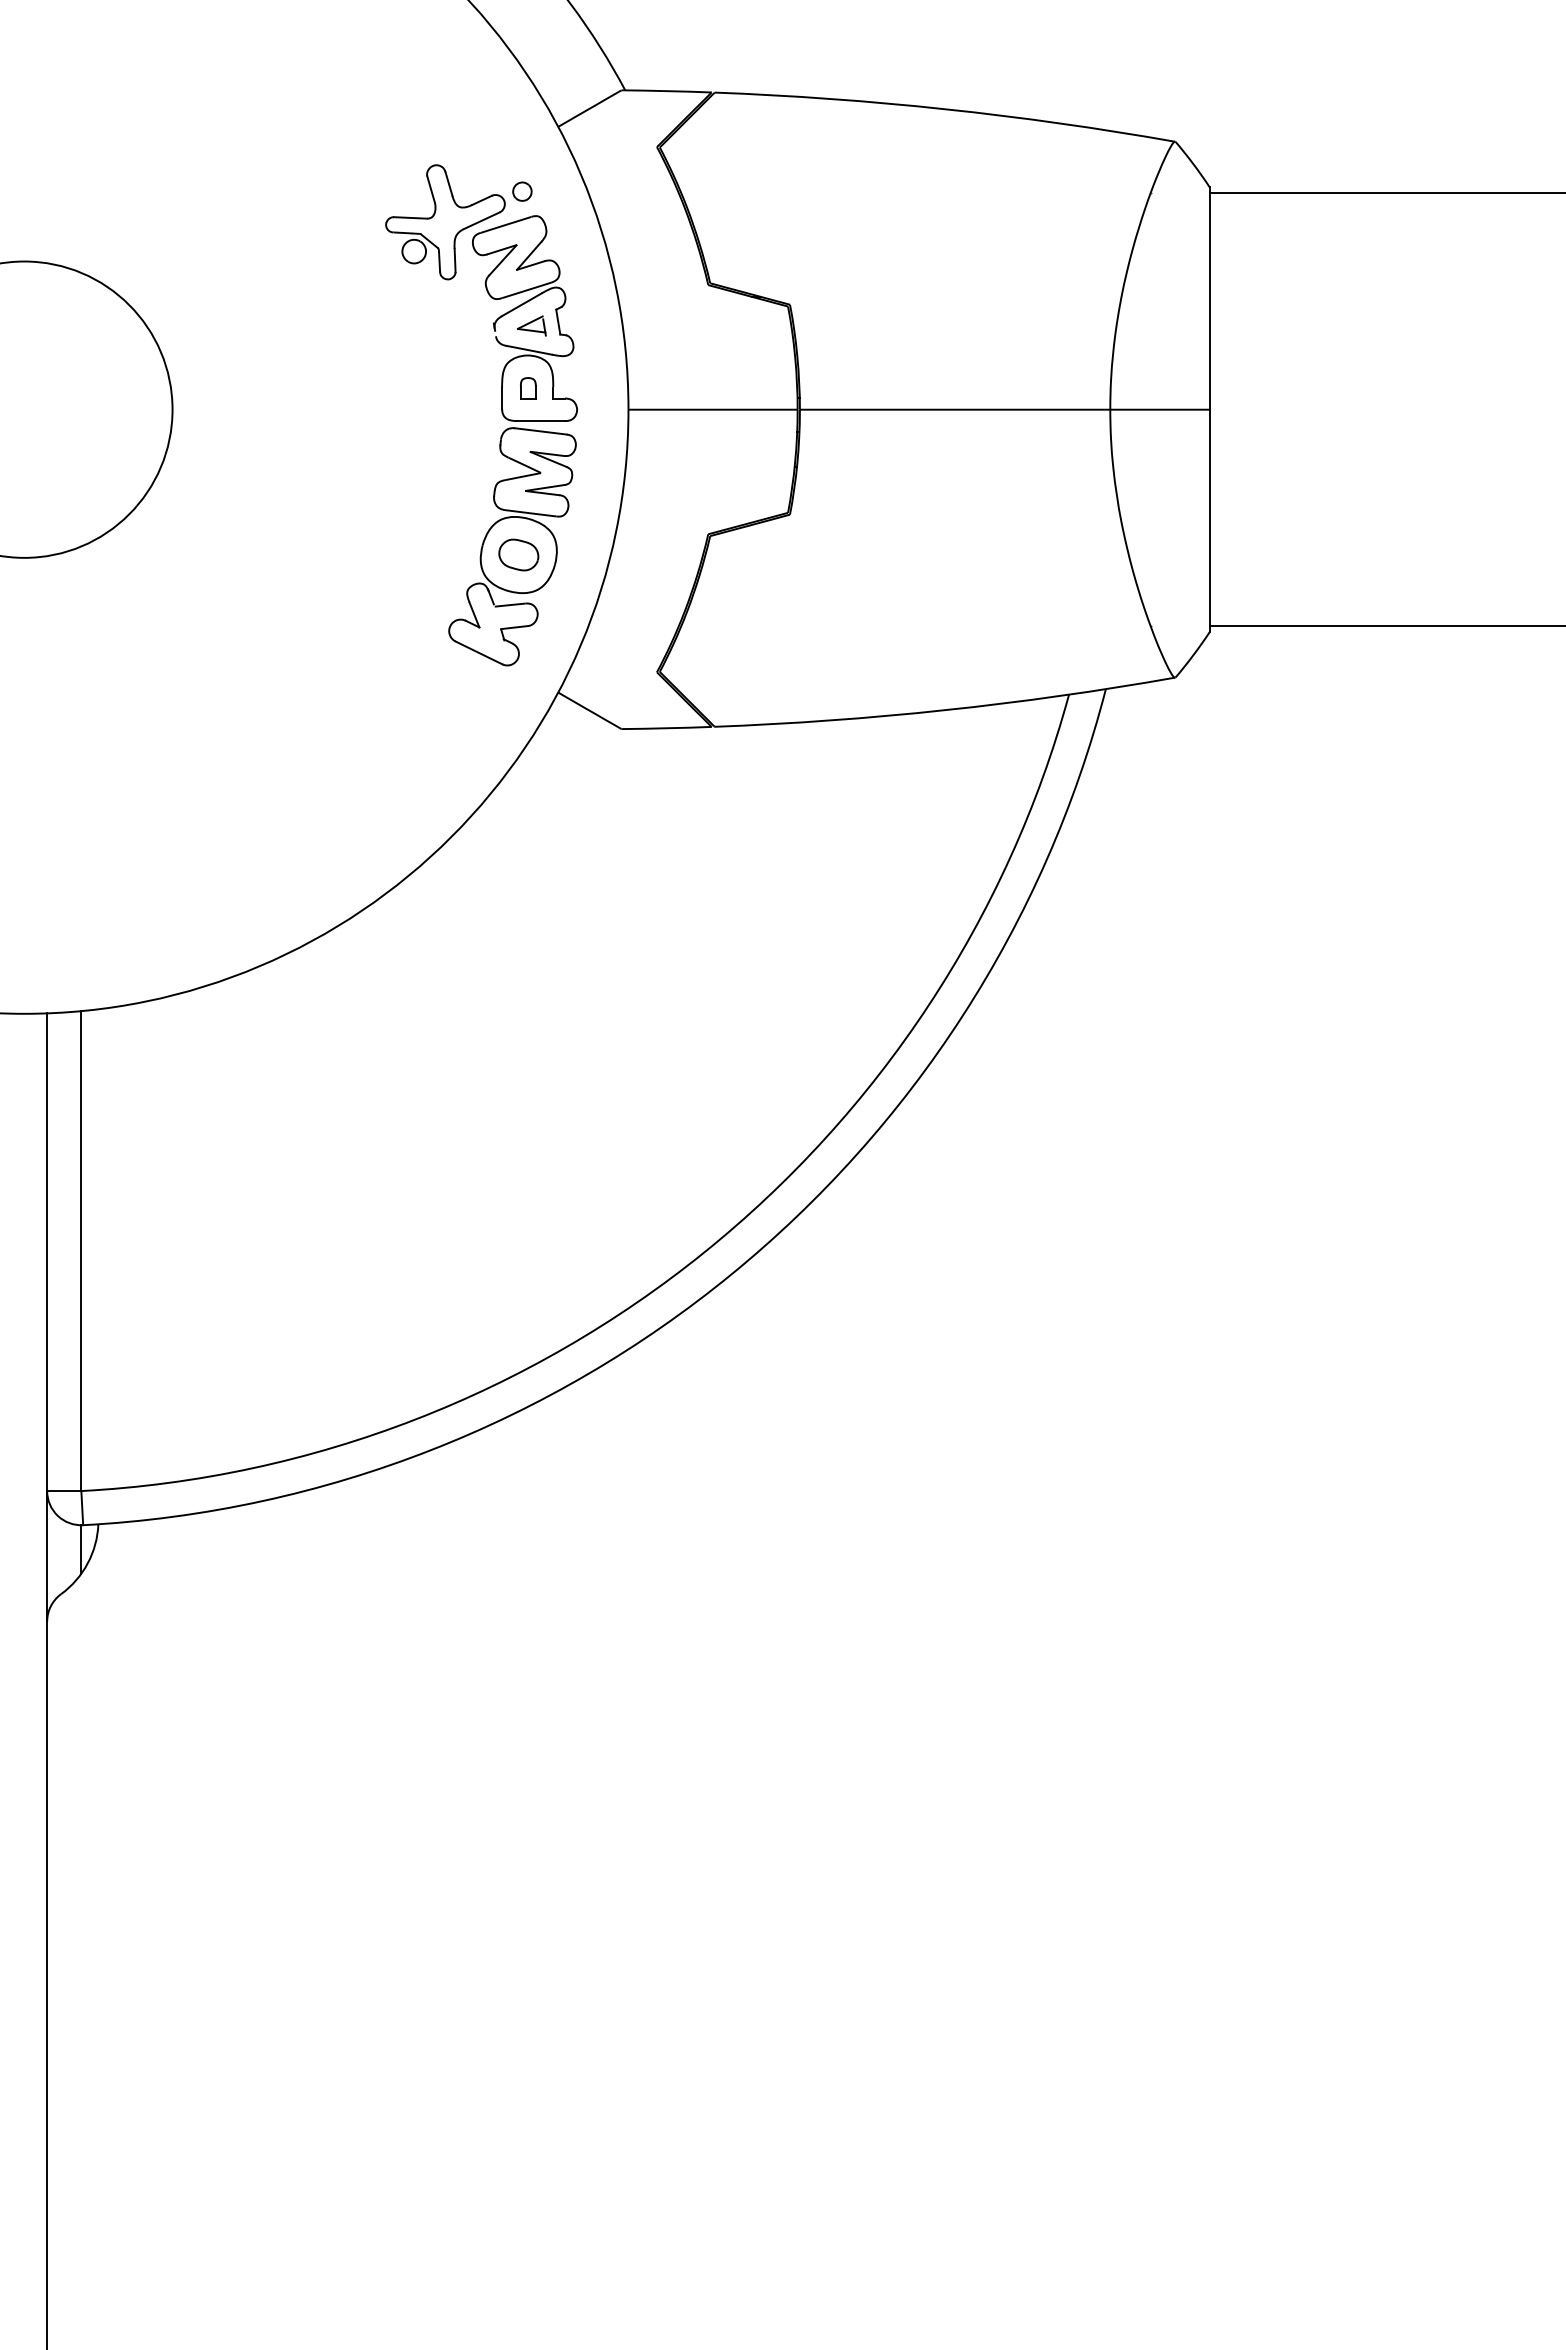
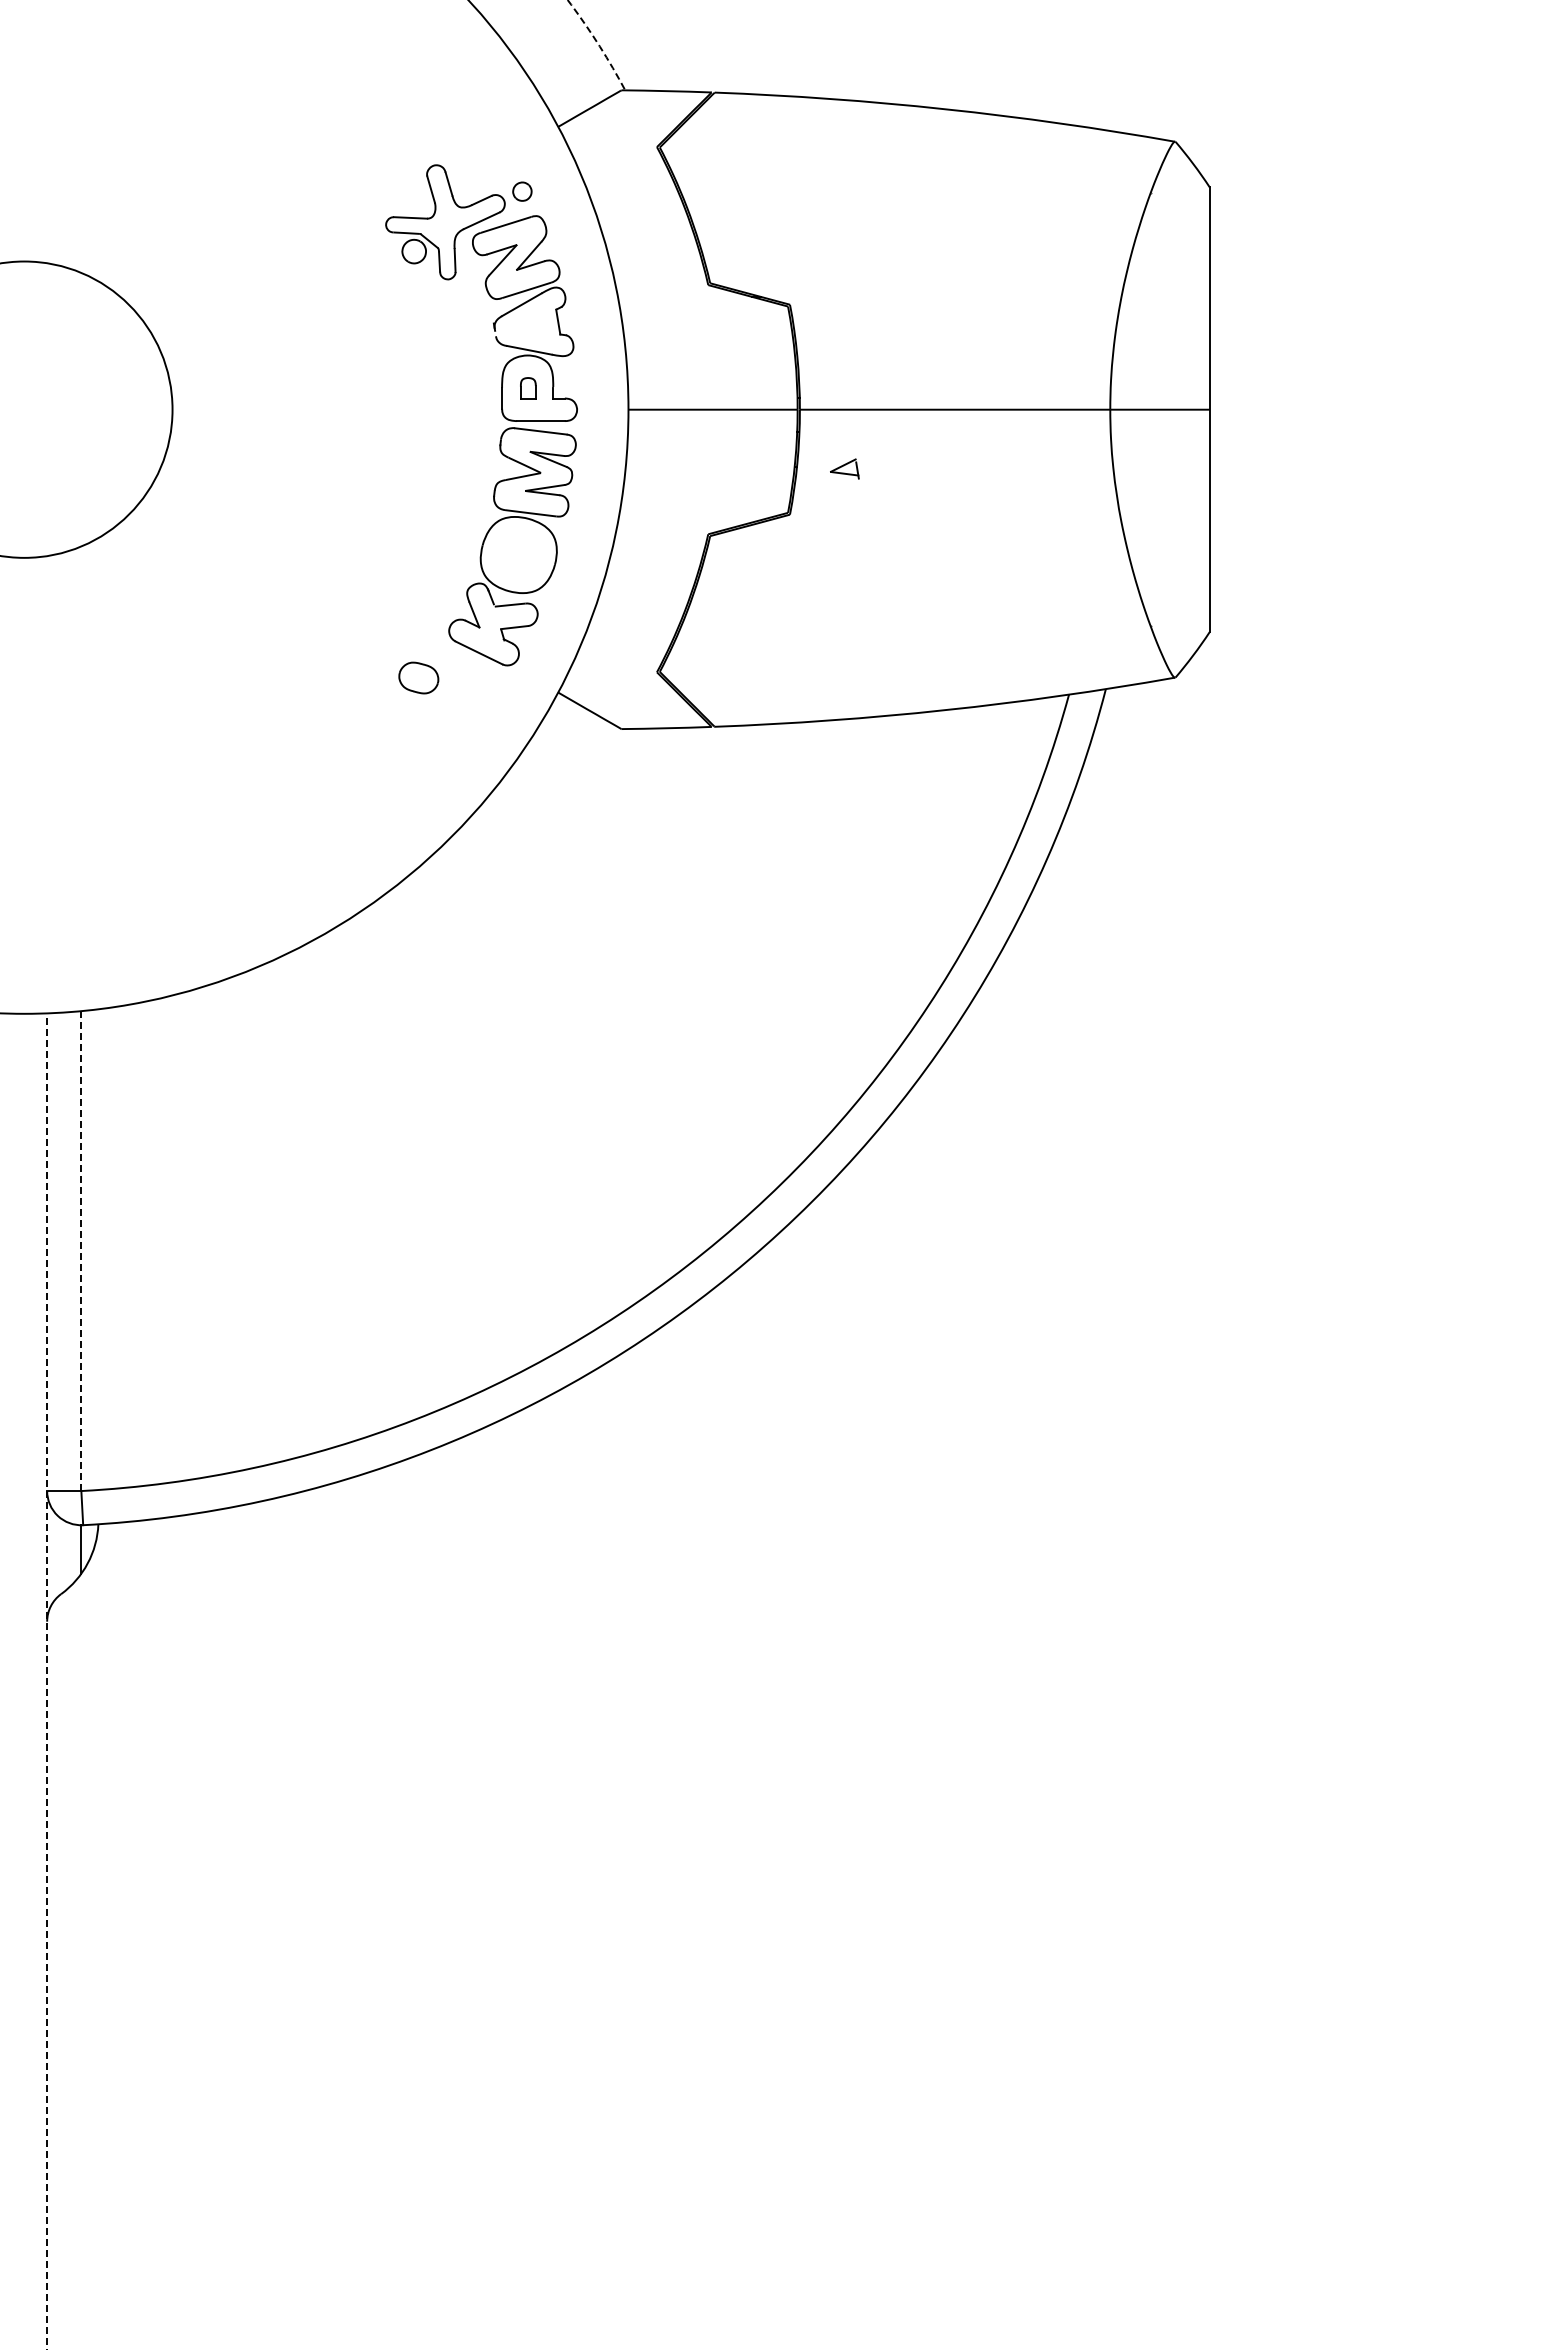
arc at (598, 44): solid -> dashed
line at (1385, 193): present -> none
part at (531, 325) position: (531, 325) -> (844, 468)
part at (518, 554) position: (518, 554) -> (418, 677)
line at (1385, 626): present -> none
line at (81, 1251): solid -> dashed
line at (47, 1680): solid -> dashed
